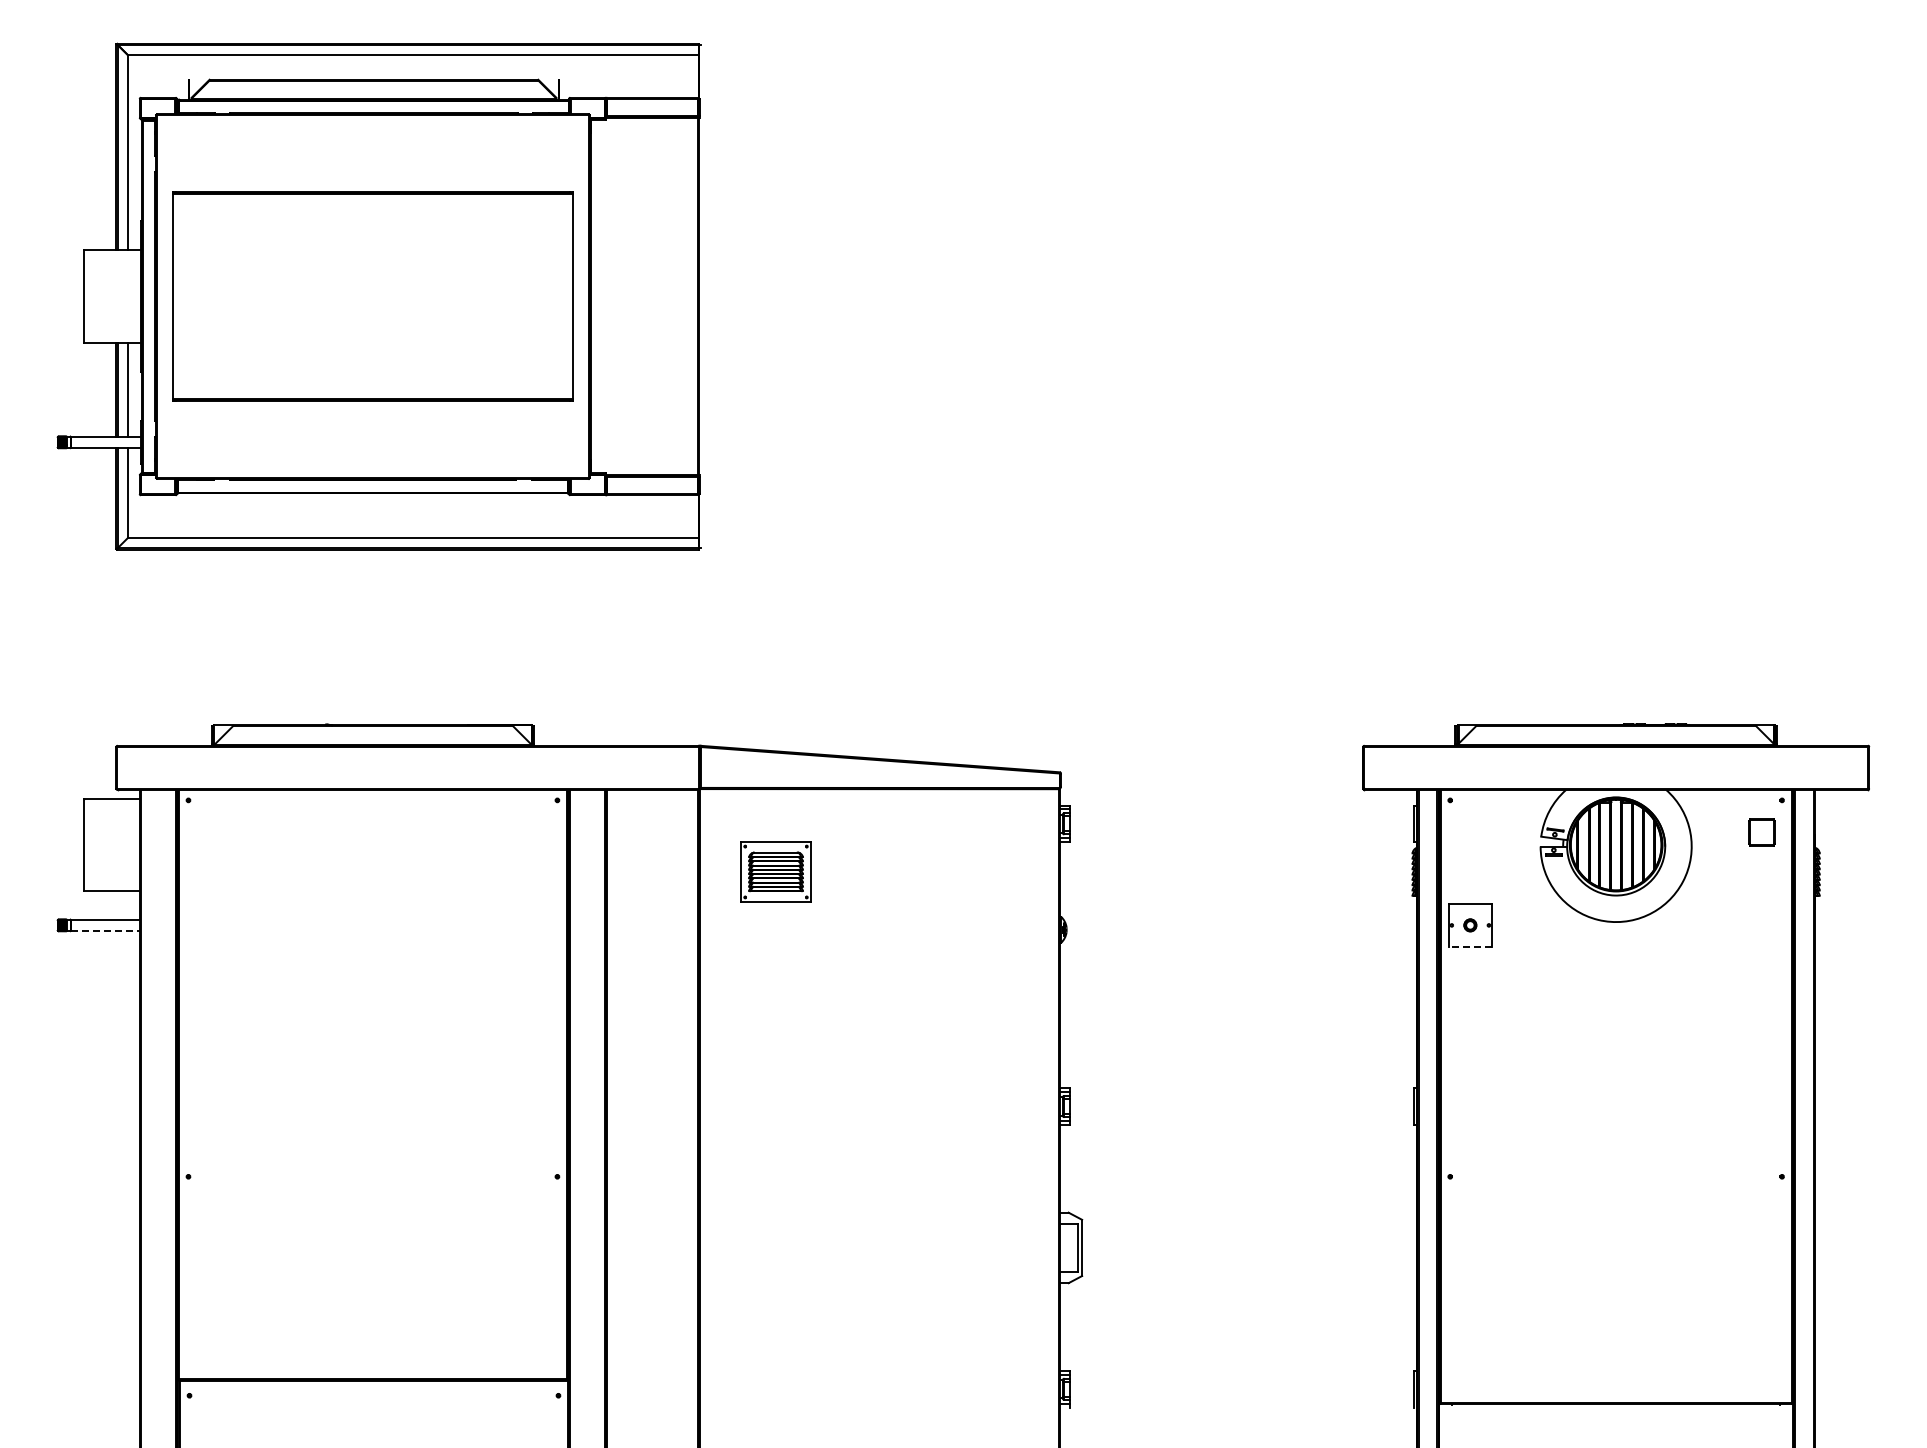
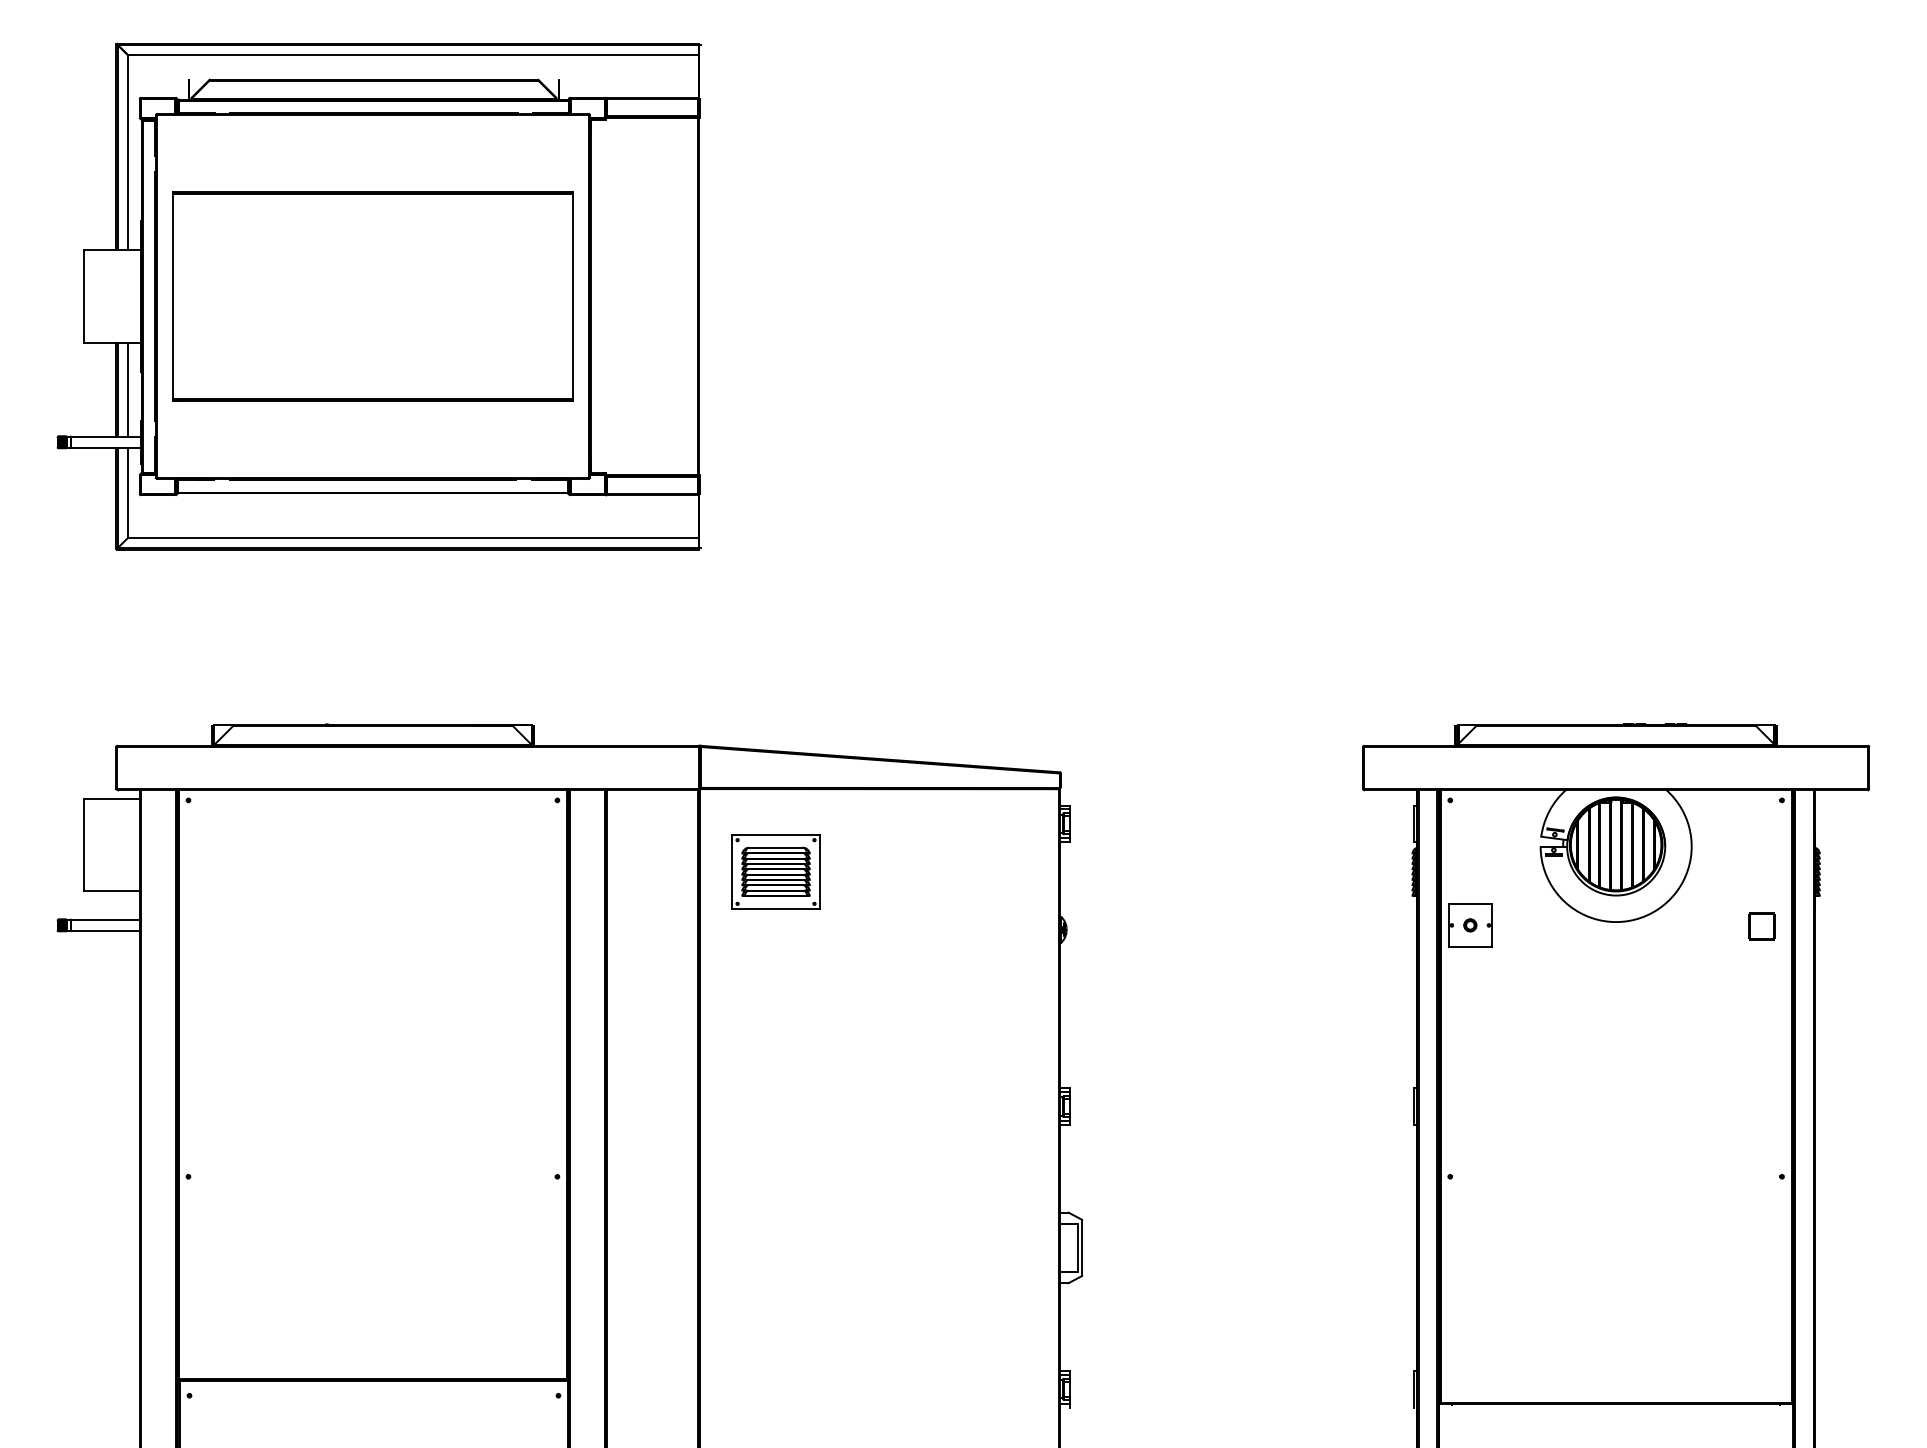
part at (1761, 832) position: (1761, 832) -> (1761, 926)
part at (775, 871) size: 72x62 px -> 90x76 px
line at (105, 931): dashed -> solid
line at (1469, 946): dashed -> solid
